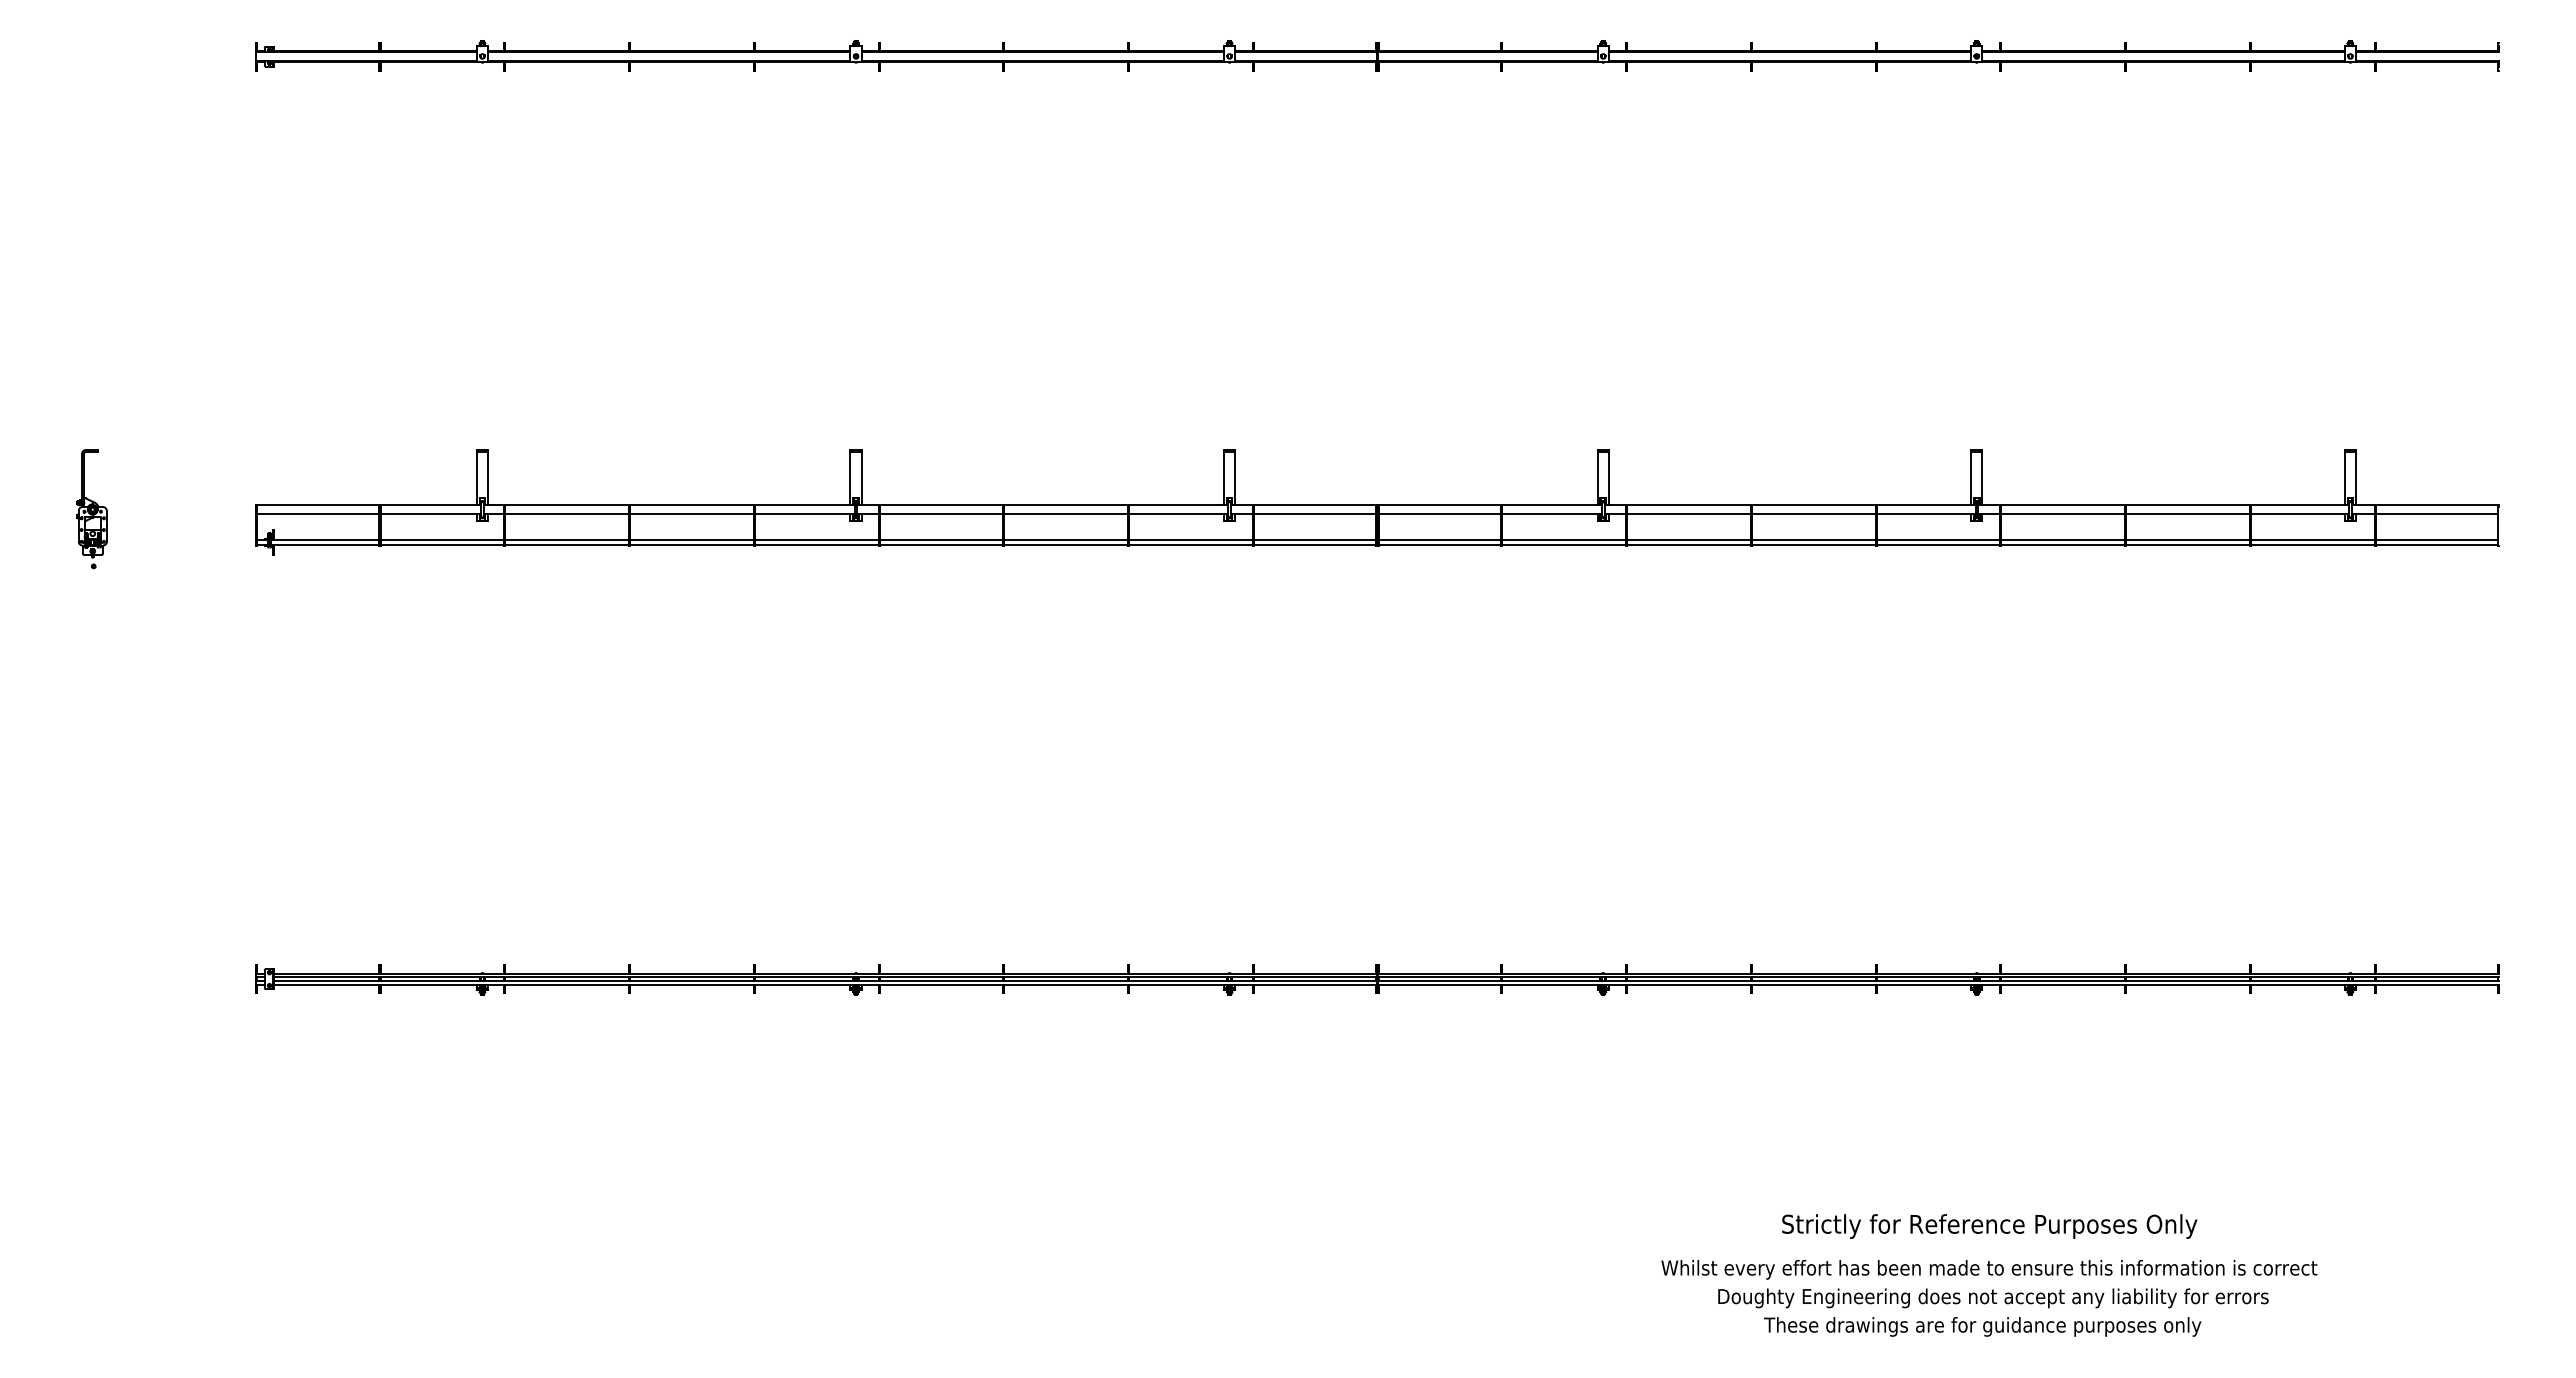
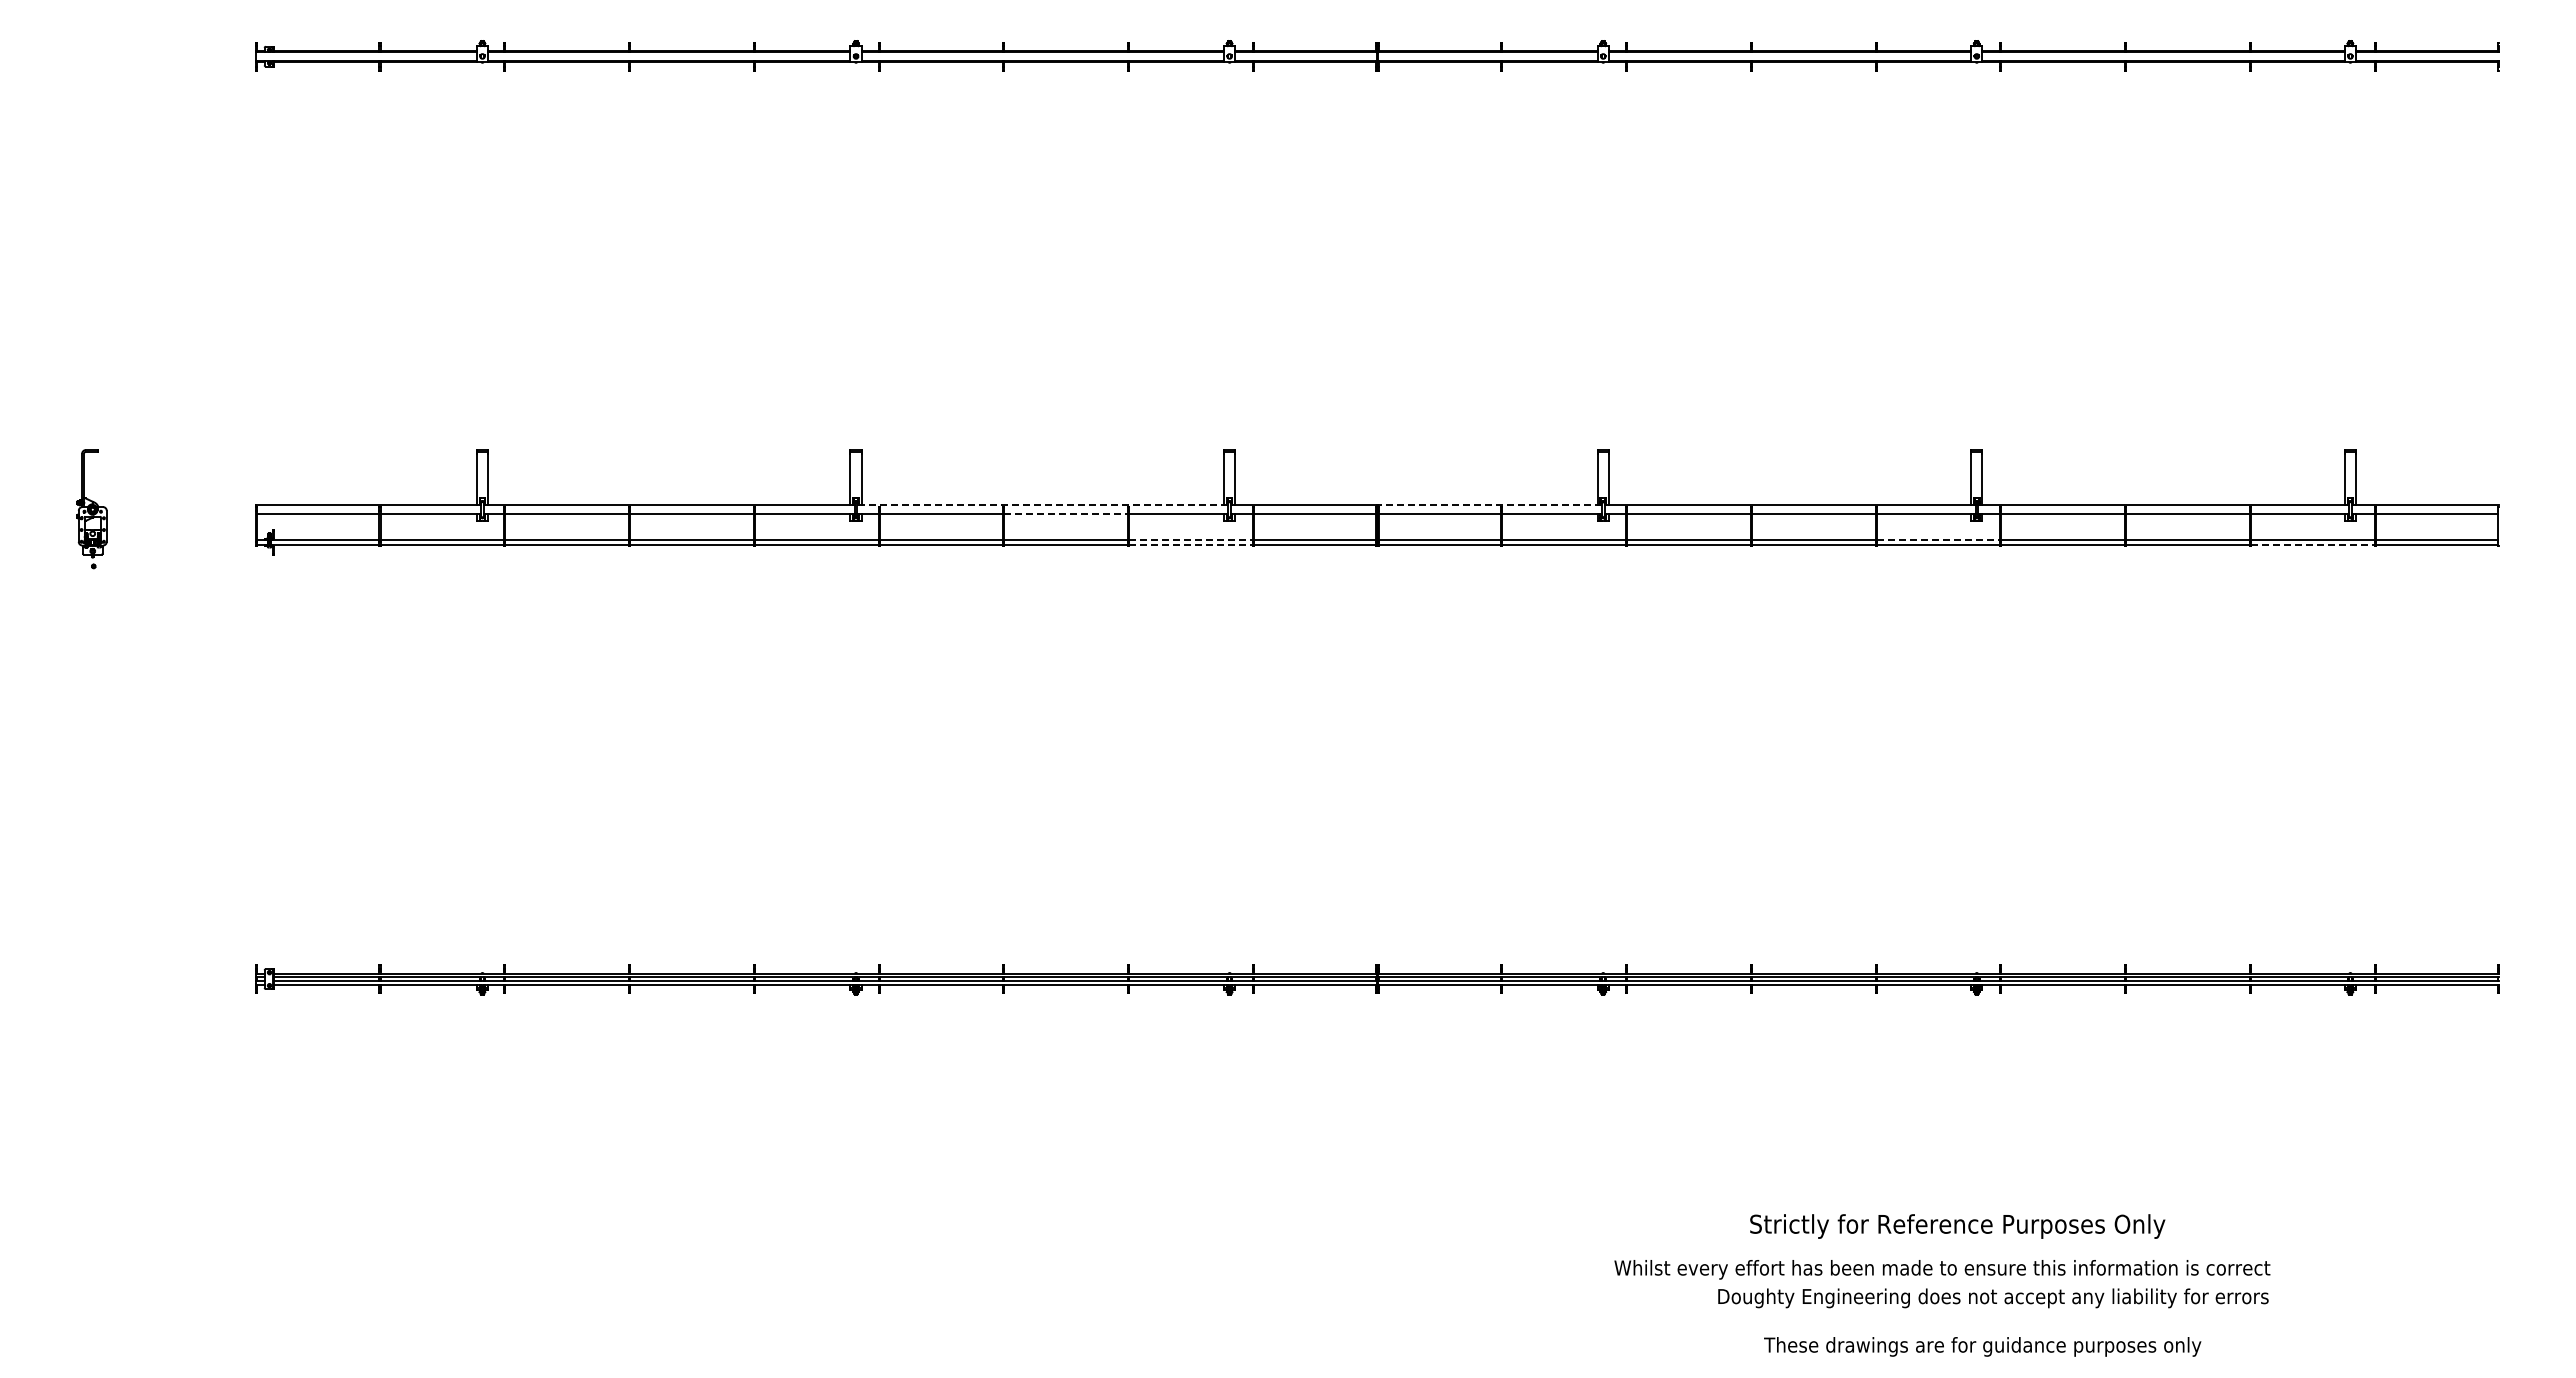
line at (1042, 504): solid -> dashed
line at (1489, 504): solid -> dashed
line at (1066, 514): solid -> dashed
line at (1191, 539): solid -> dashed
line at (1938, 539): solid -> dashed
line at (1191, 545): solid -> dashed
line at (2312, 545): solid -> dashed
text at (1989, 1226) position: (1989, 1226) -> (1957, 1226)
text at (1989, 1269) position: (1989, 1269) -> (1942, 1269)
text at (1982, 1326) position: (1982, 1326) -> (1982, 1346)
